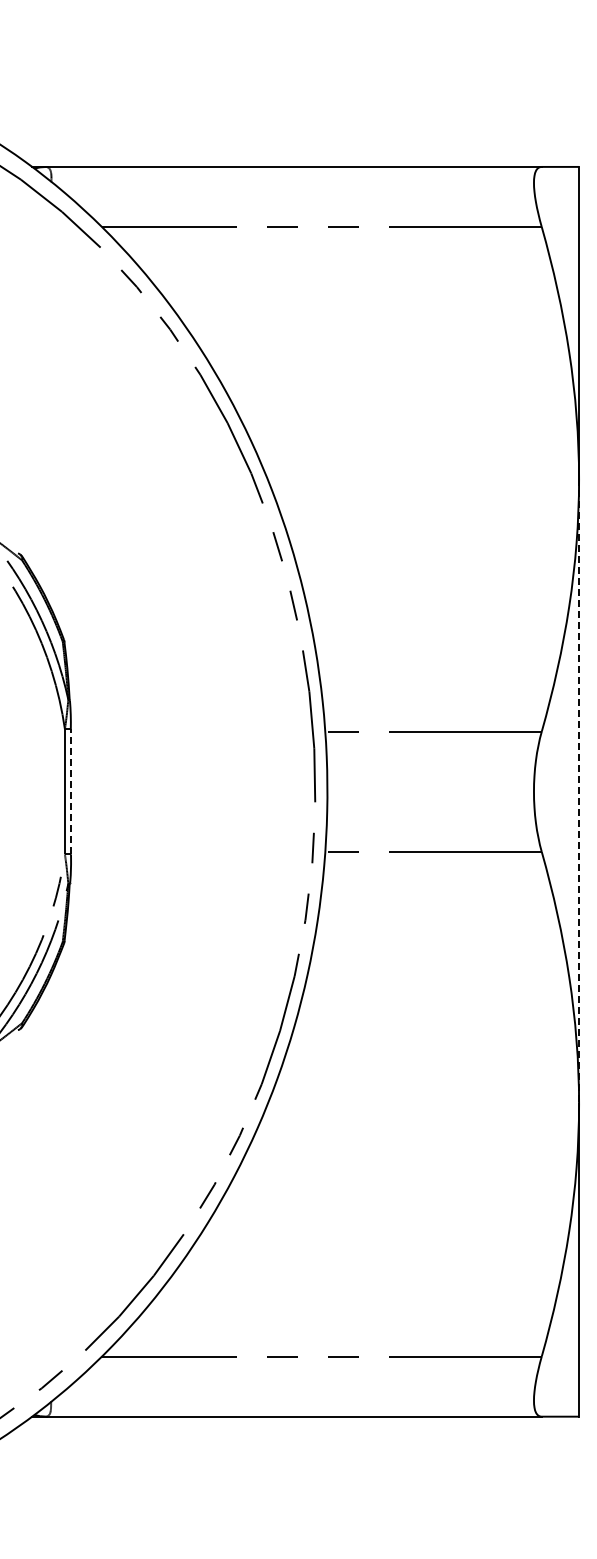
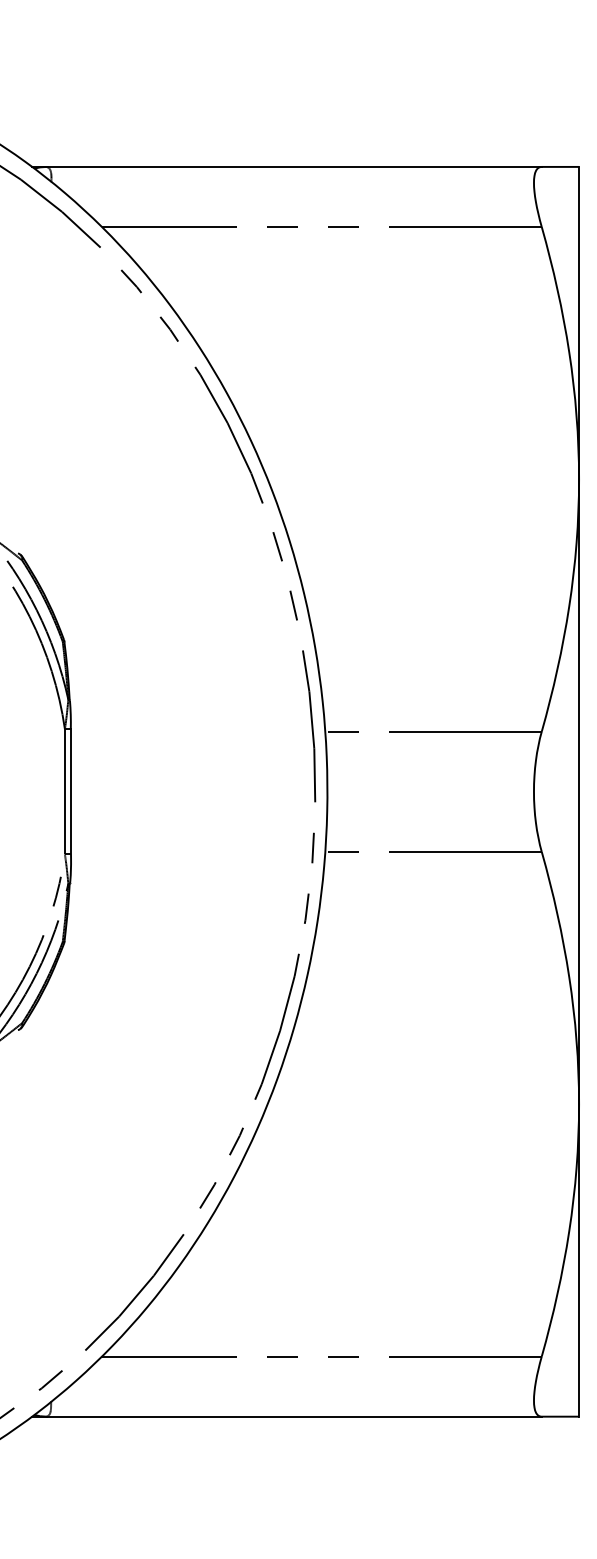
line at (70, 791): dashed -> solid
line at (579, 792): dashed -> solid
